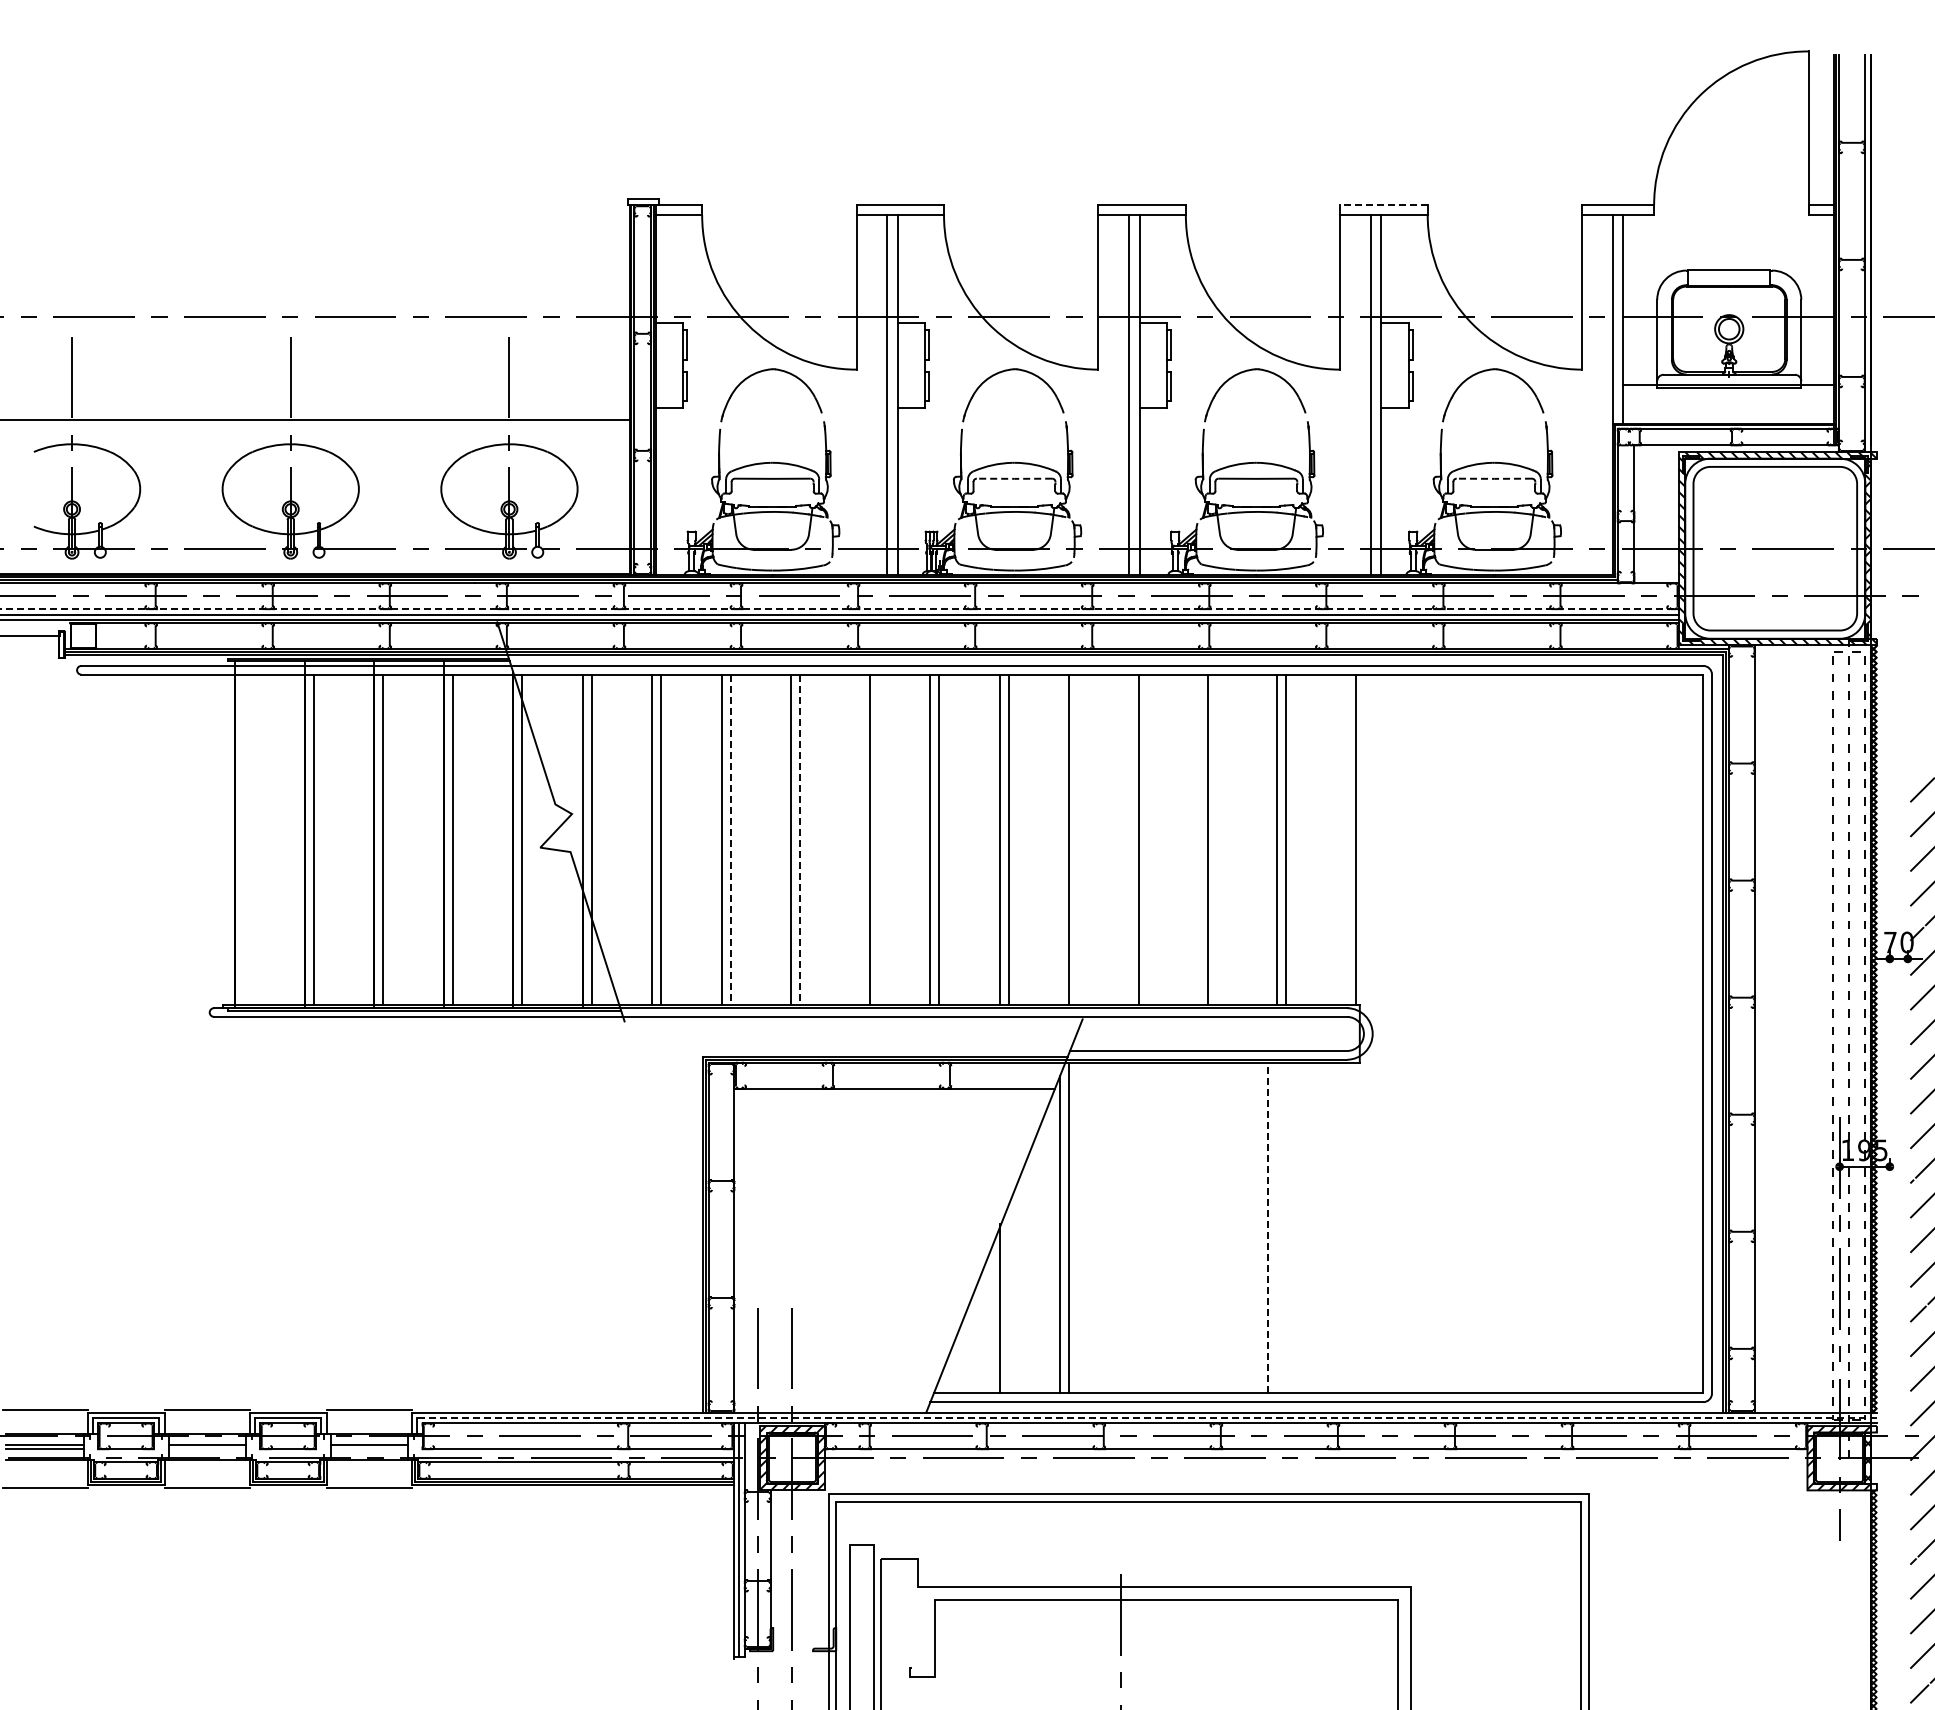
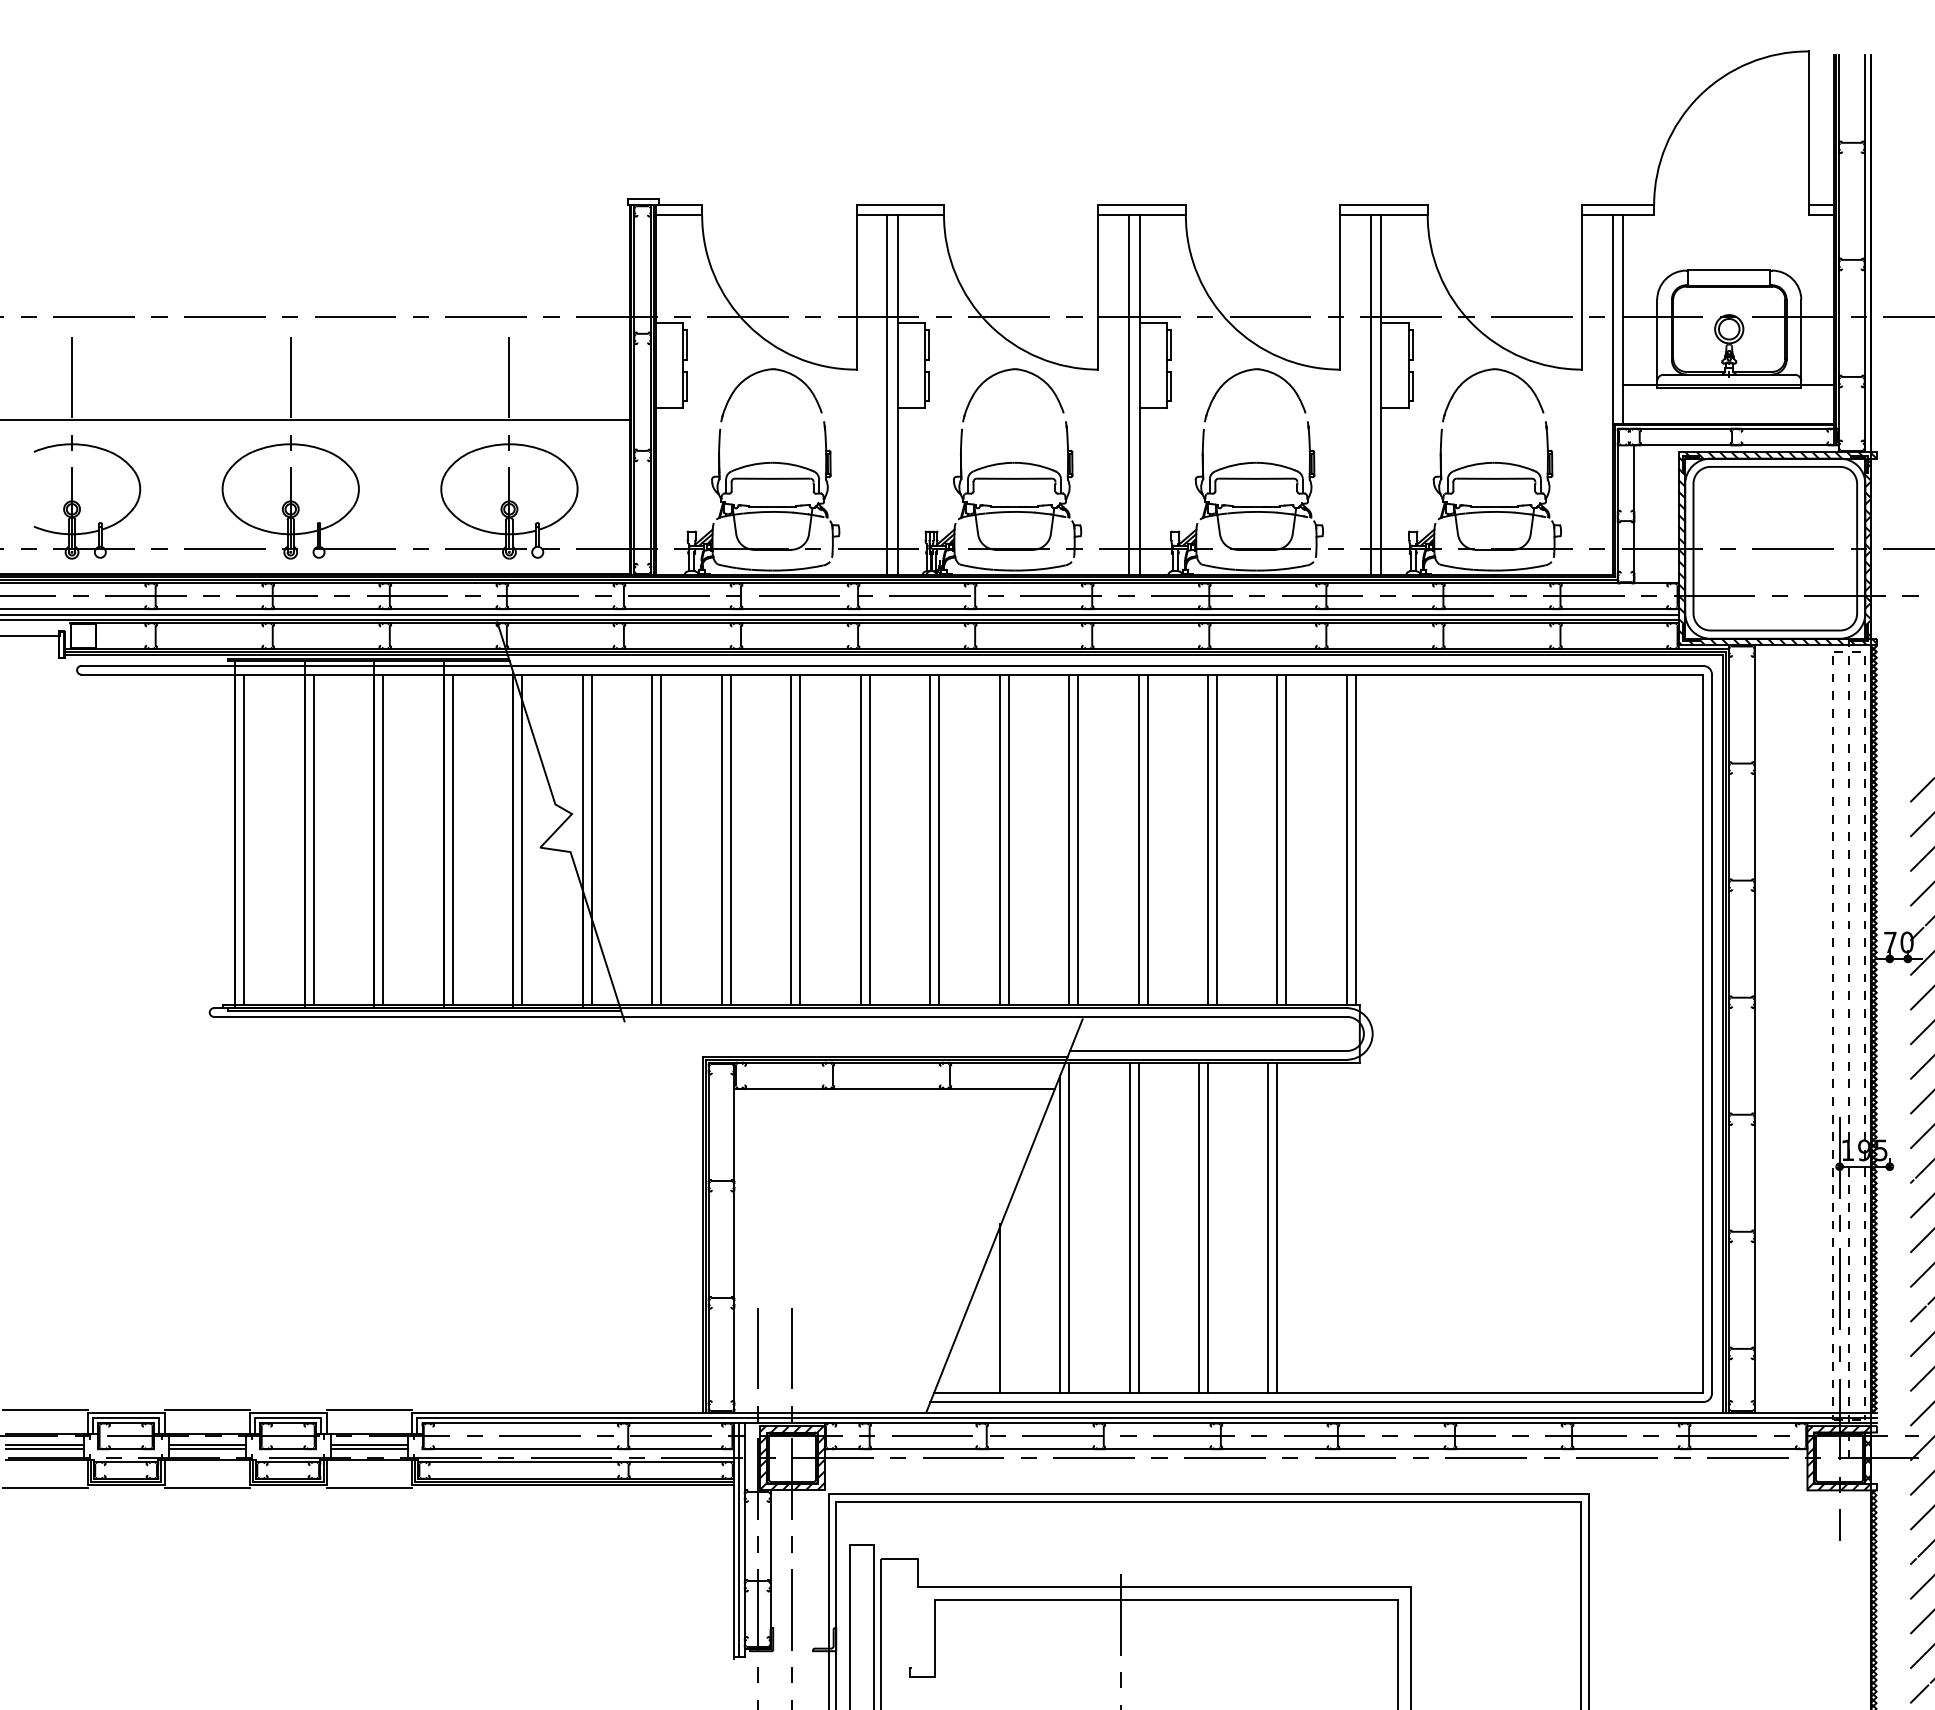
line at (1383, 204): dashed -> solid
line at (1014, 478): dashed -> solid
line at (1494, 478): dashed -> solid
line at (839, 609): dashed -> solid
line at (244, 839): none -> present
line at (860, 839): none -> present
line at (1078, 839): none -> present
line at (1147, 839): none -> present
line at (1217, 839): none -> present
line at (1346, 839): none -> present
line at (730, 840): dashed -> solid
line at (800, 840): dashed -> solid
line at (1129, 1227): none -> present
line at (1138, 1227): none -> present
line at (1198, 1227): none -> present
line at (1207, 1227): none -> present
line at (1268, 1227): dashed -> solid
line at (1277, 1227): none -> present
line at (1147, 1418): dashed -> solid
line at (206, 1448): none -> present
line at (368, 1448): none -> present
